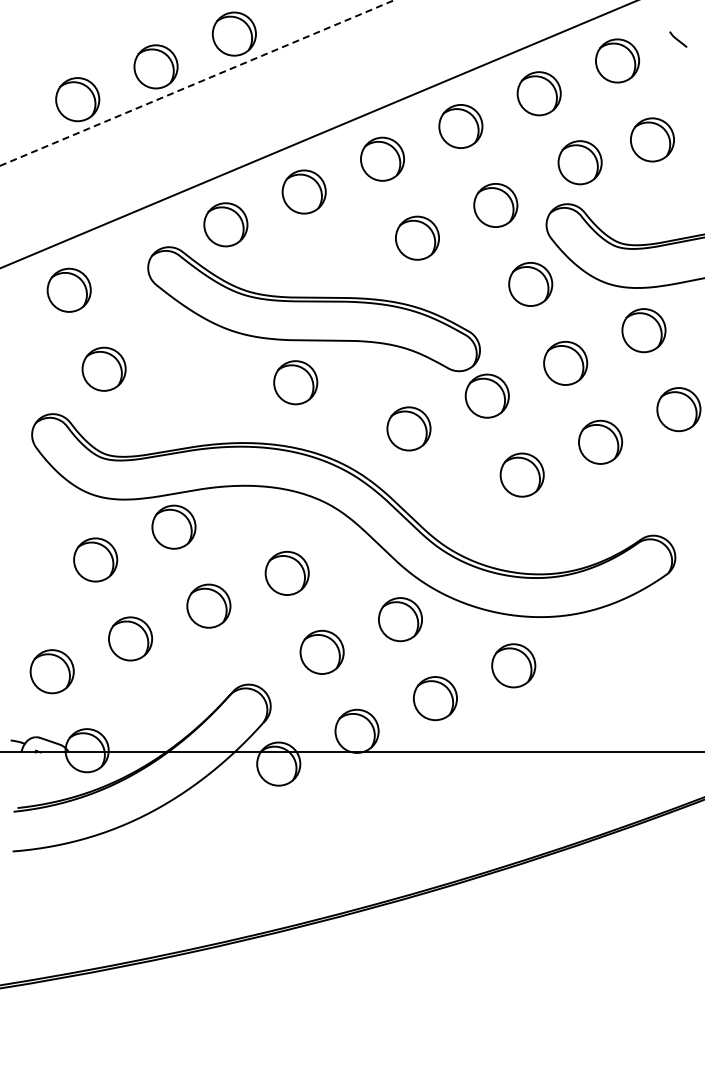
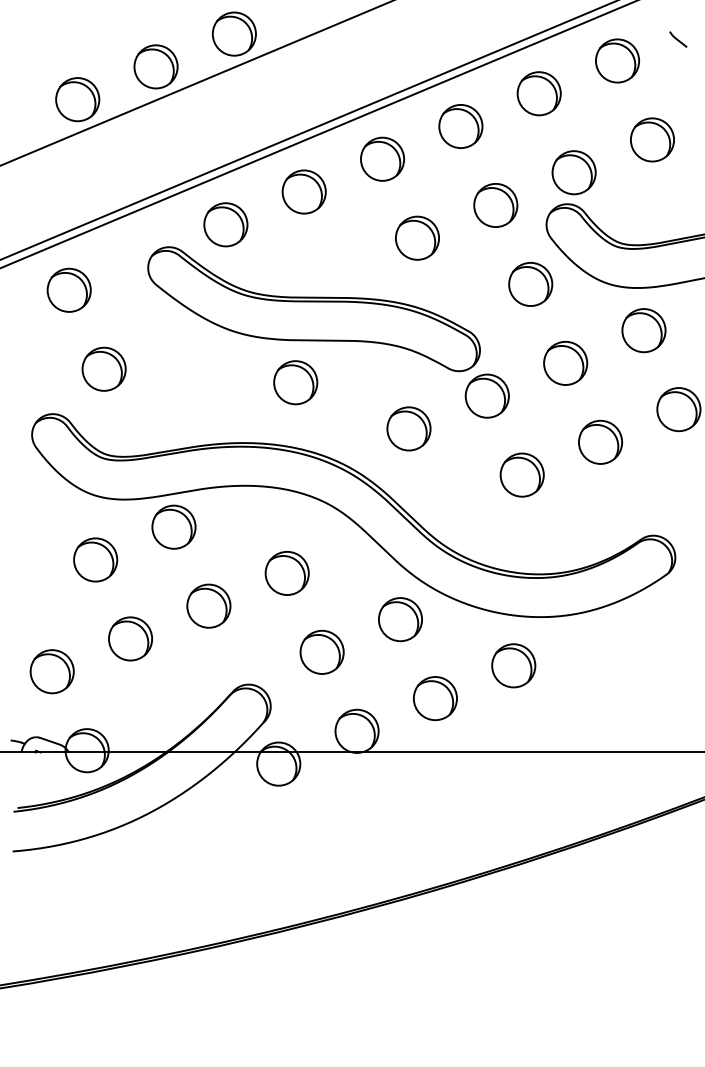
line at (197, 82): dashed -> solid
line at (308, 130): none -> present
part at (579, 162) position: (579, 162) -> (573, 172)
